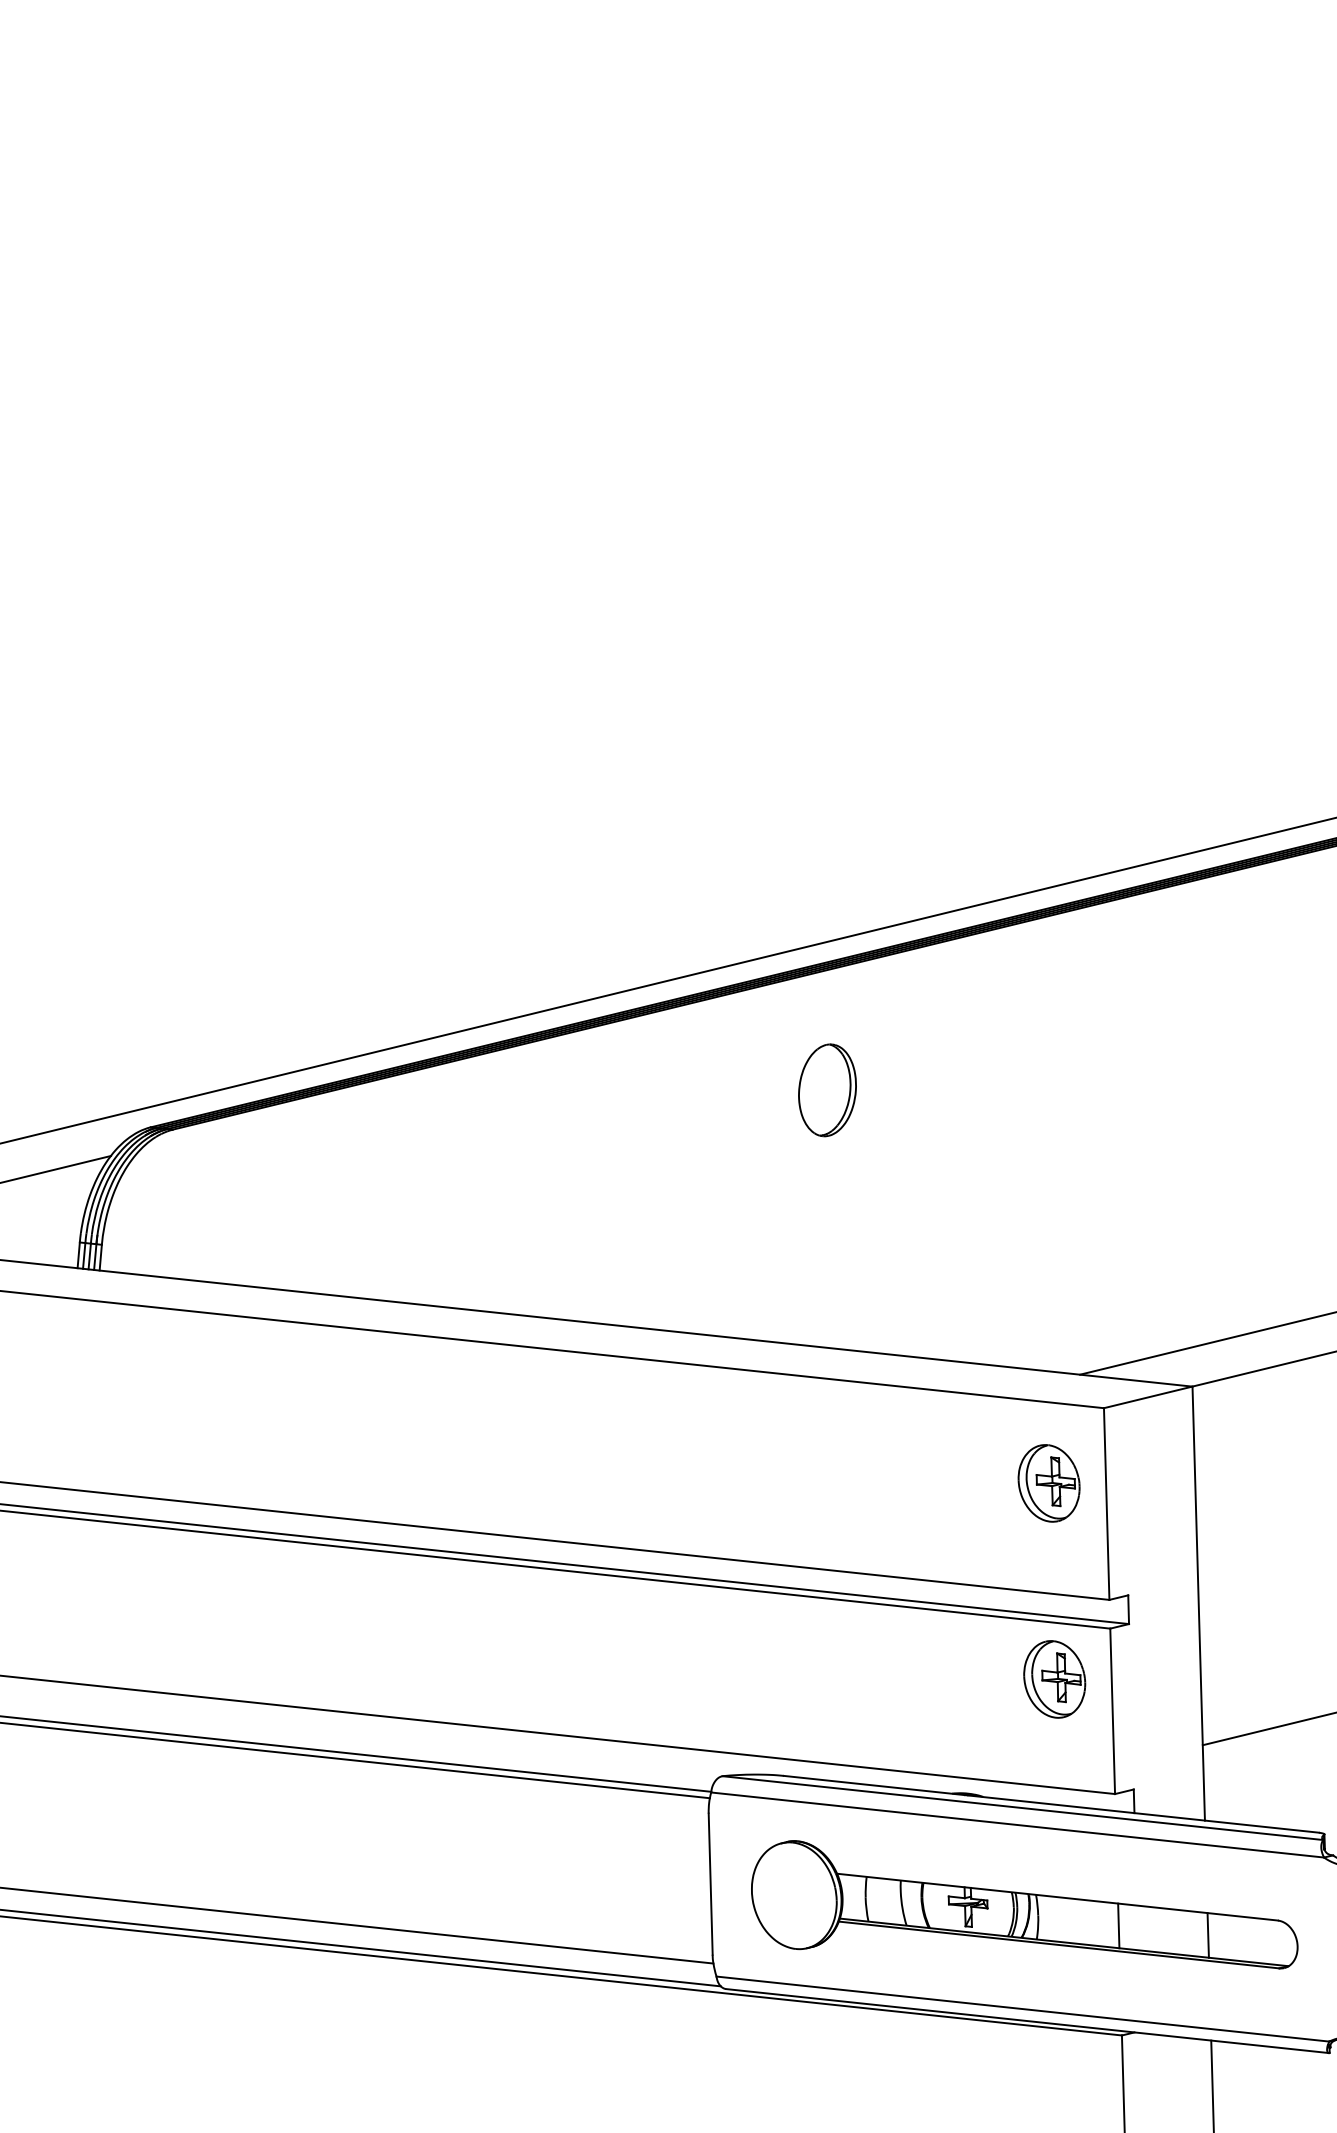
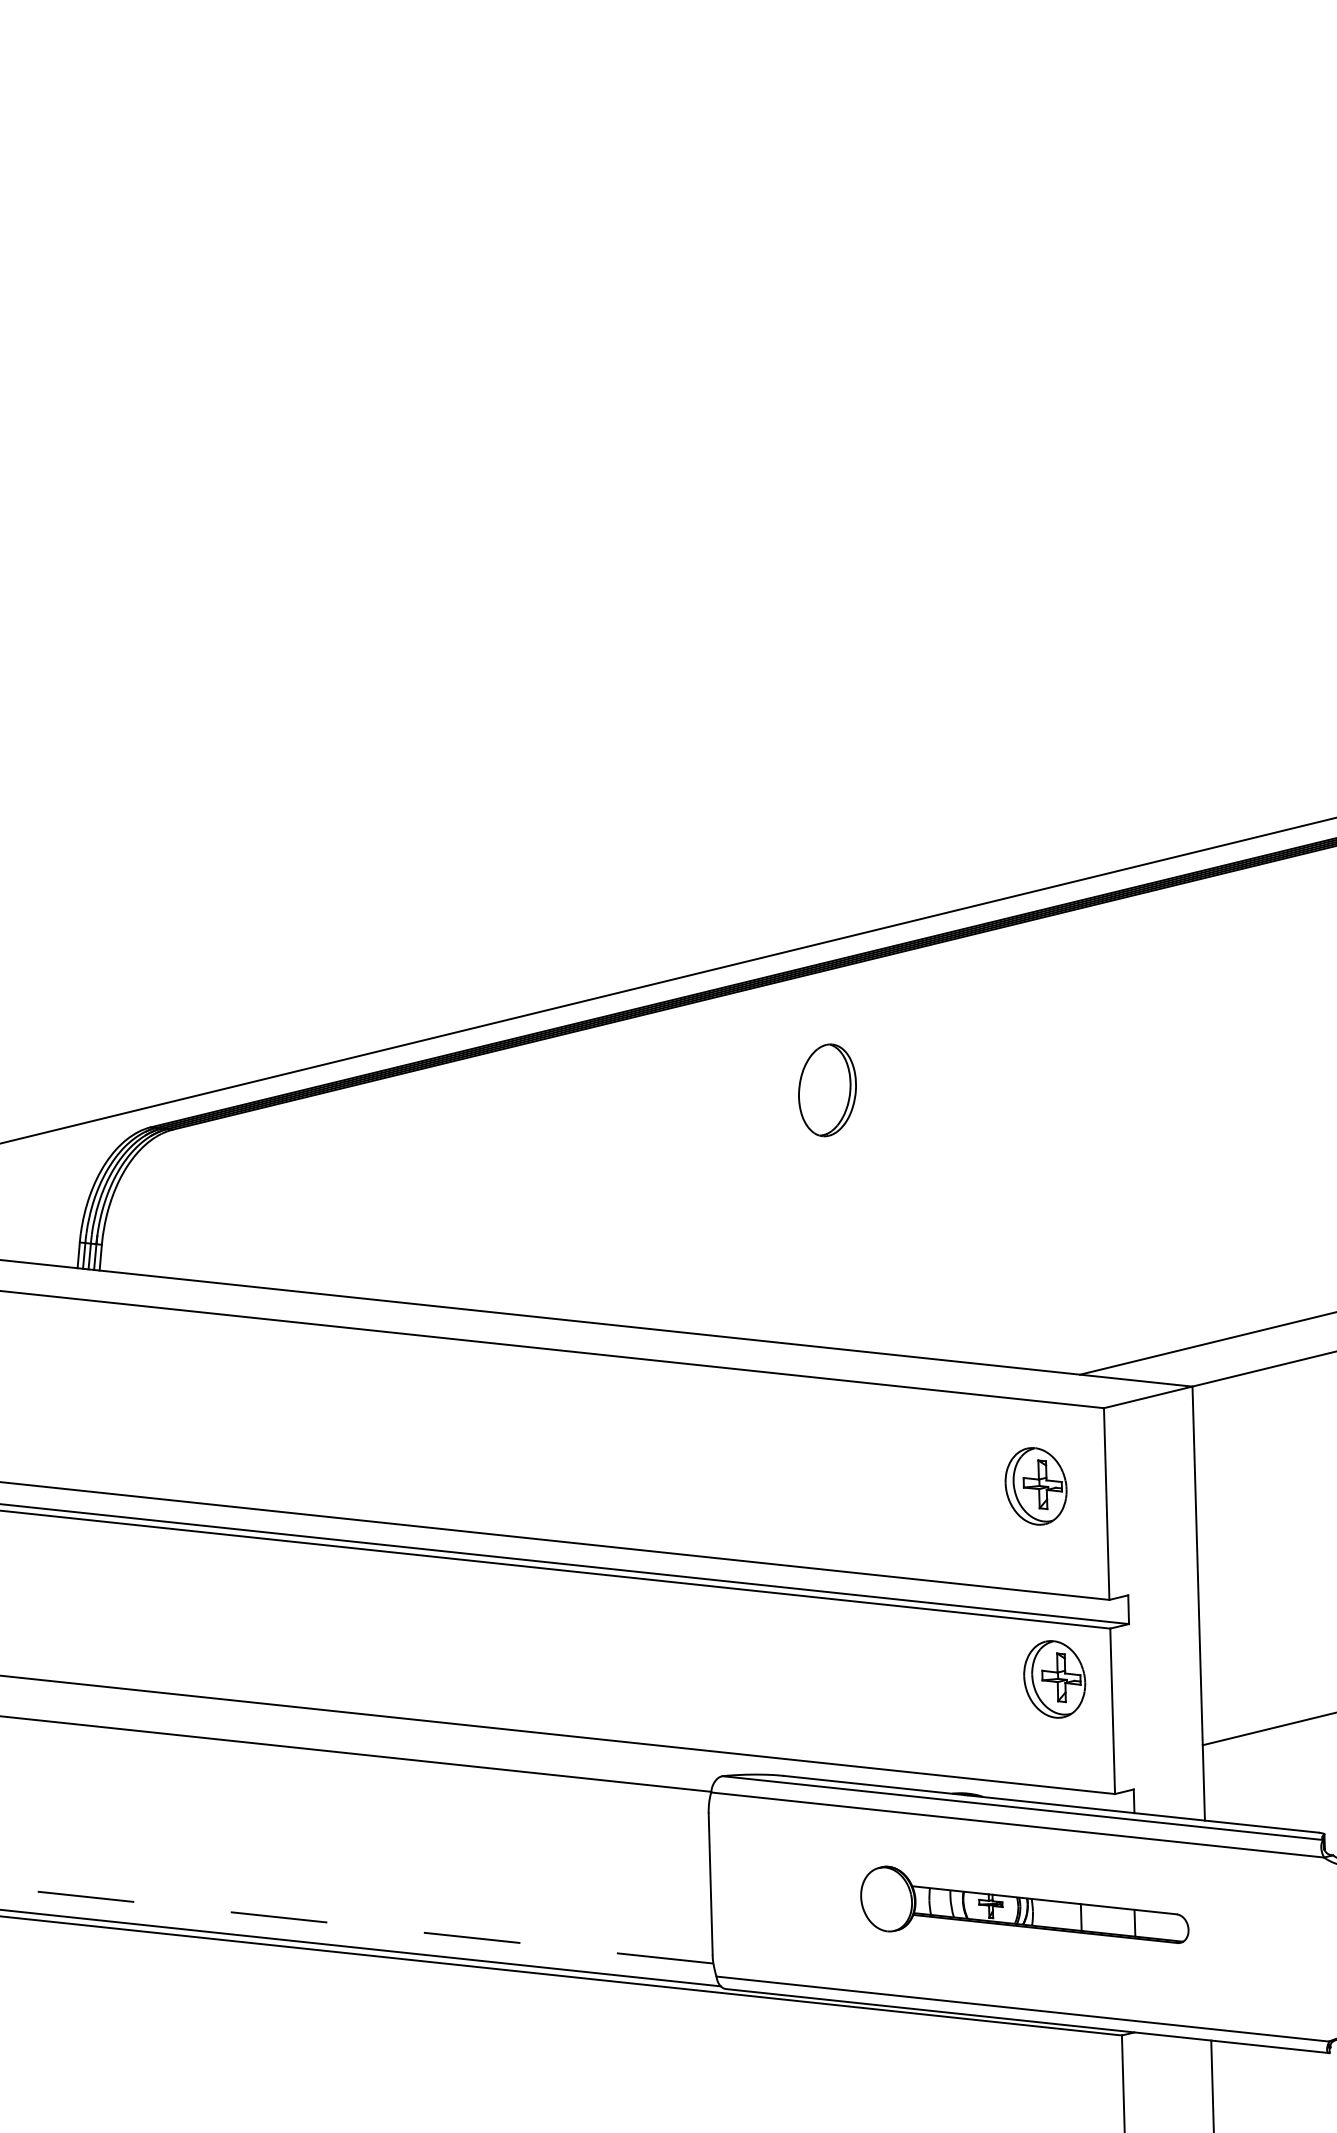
line at (56, 1168): present -> none
part at (1048, 1483) position: (1048, 1483) -> (1035, 1486)
line at (355, 1760): present -> none
part at (1024, 1904) size: 548x130 px -> 330x79 px
line at (356, 1925): solid -> dashed
